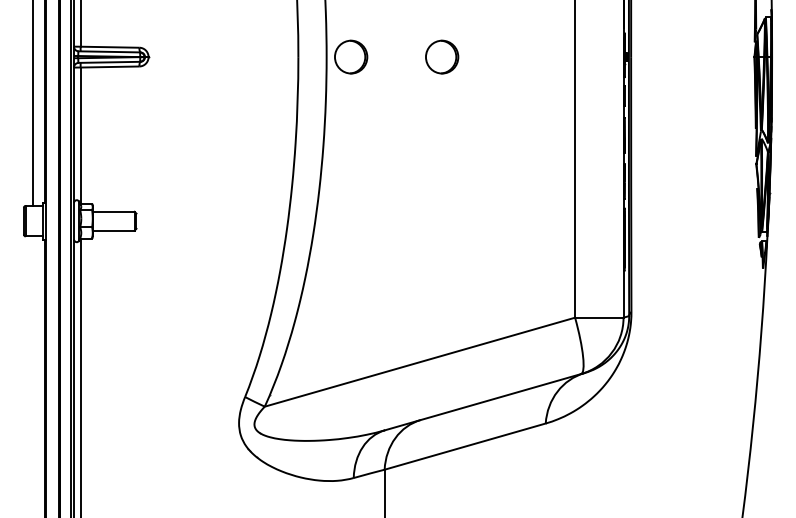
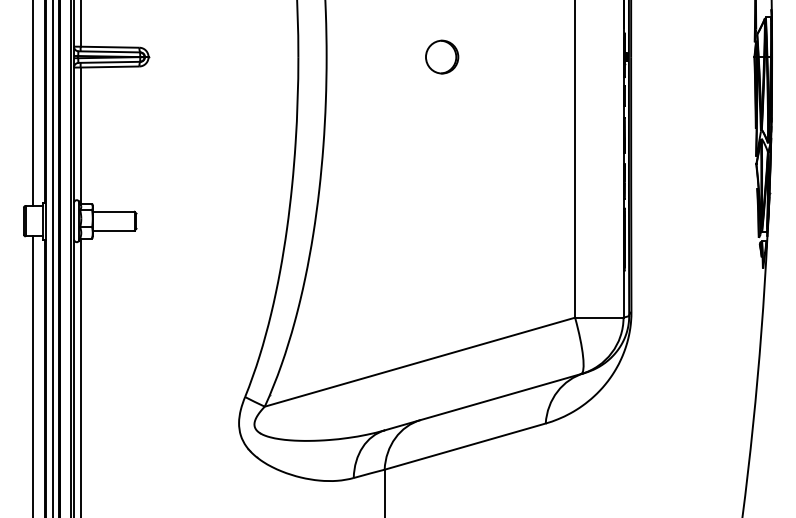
part at (351, 56): present -> none
line at (52, 258): none -> present
line at (33, 375): none -> present
